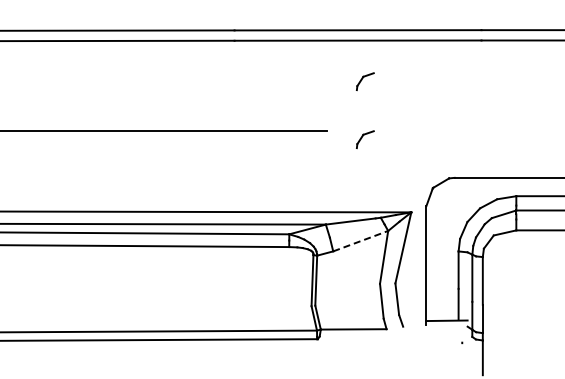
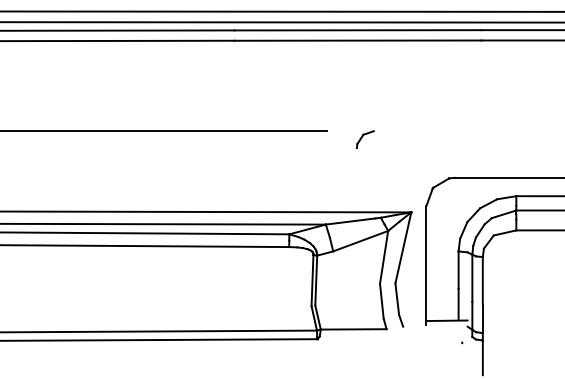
line at (281, 11): none -> present
line at (281, 22): none -> present
part at (365, 81): present -> none
line at (361, 241): dashed -> solid
